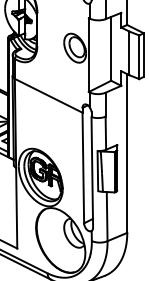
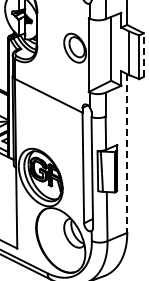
line at (143, 55): solid -> dashed
line at (127, 154): solid -> dashed
